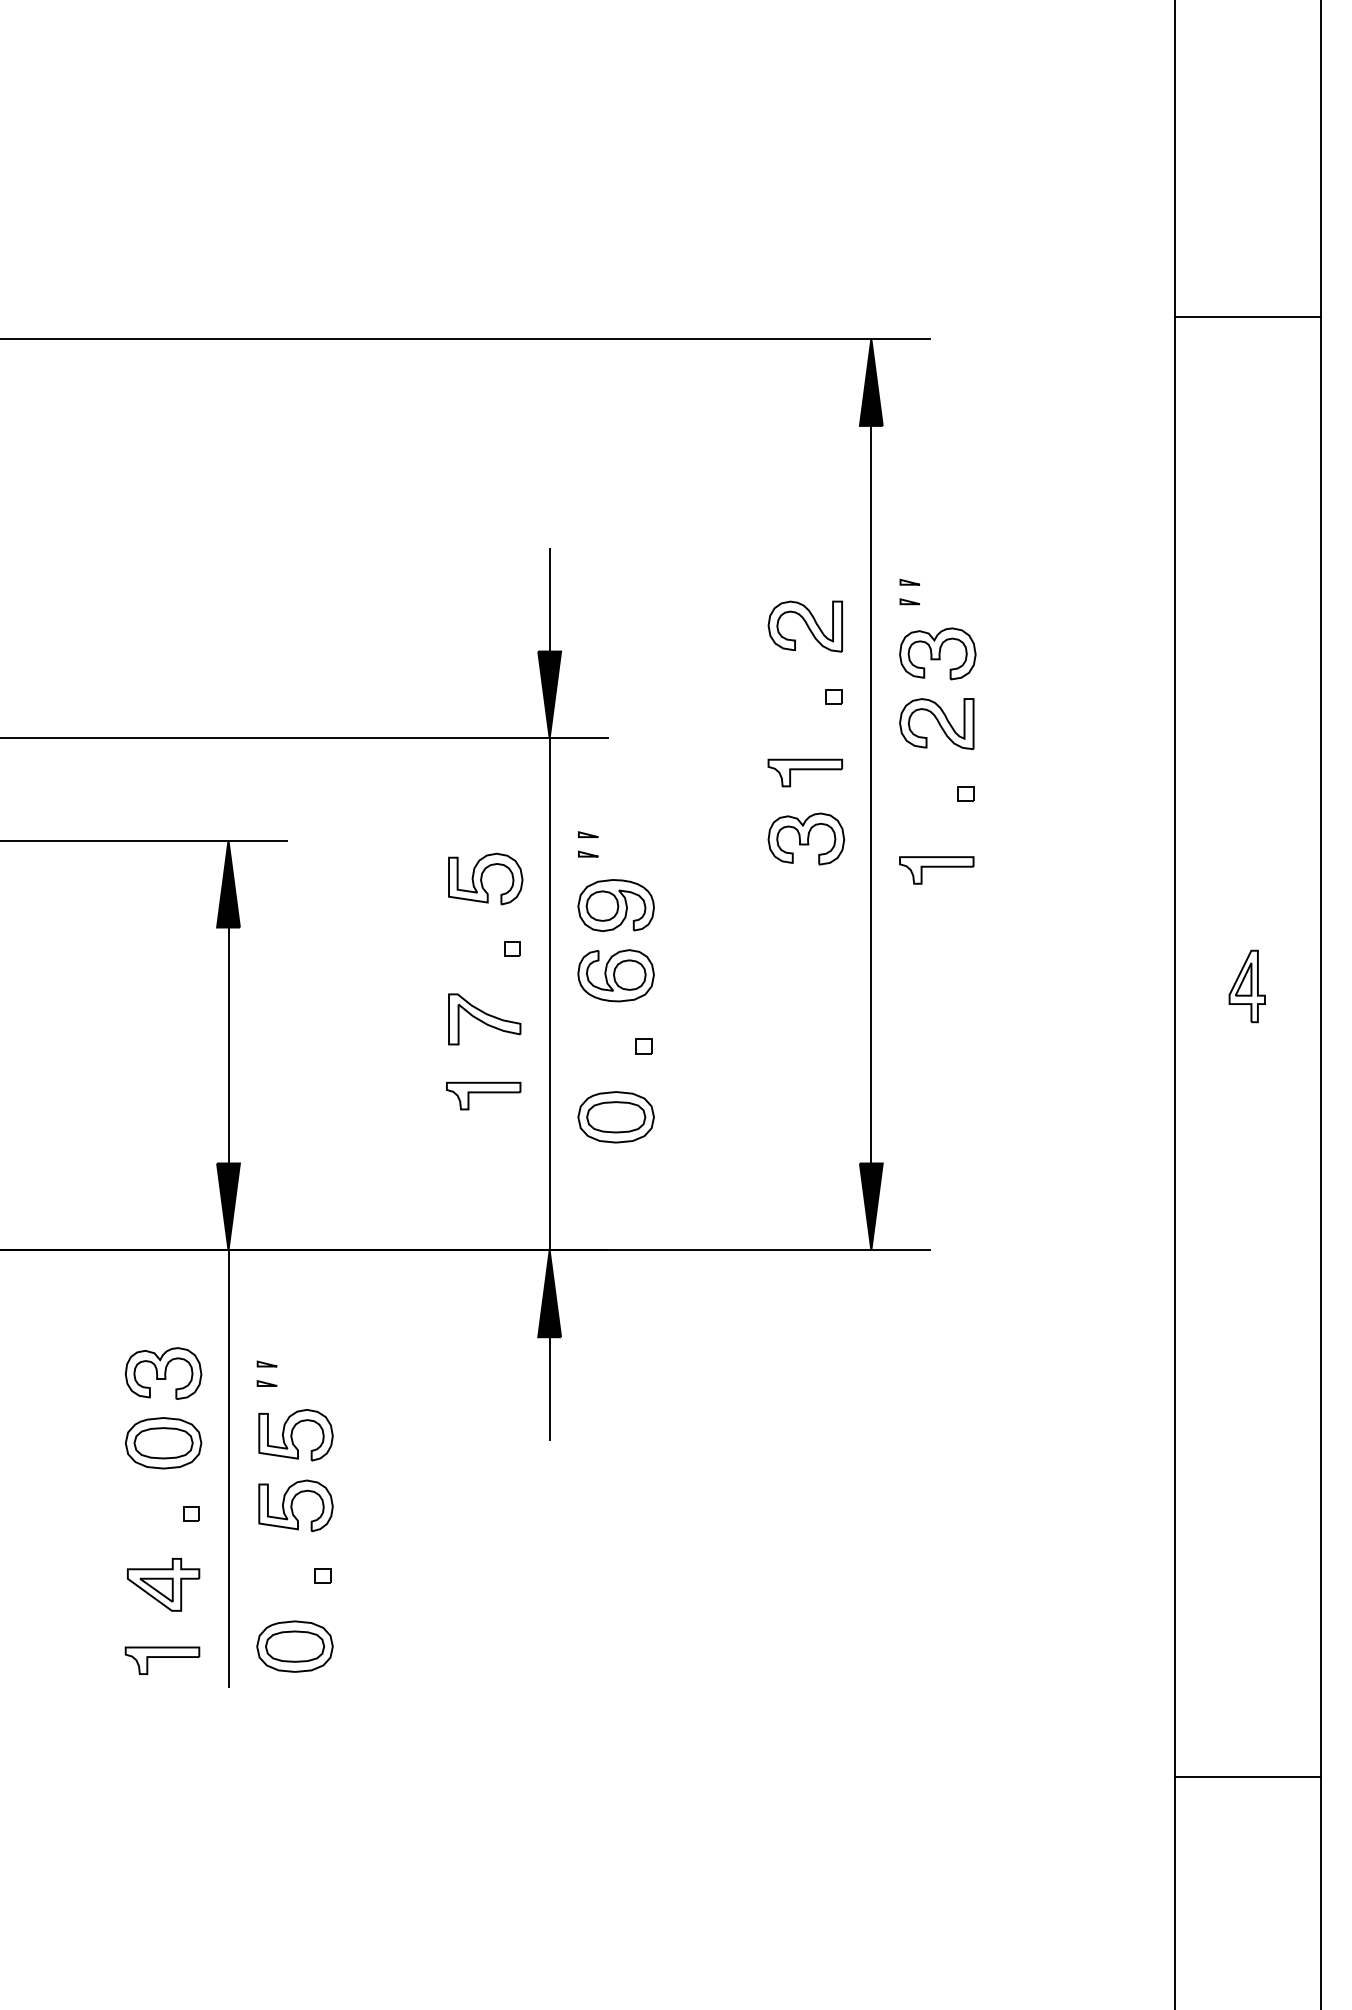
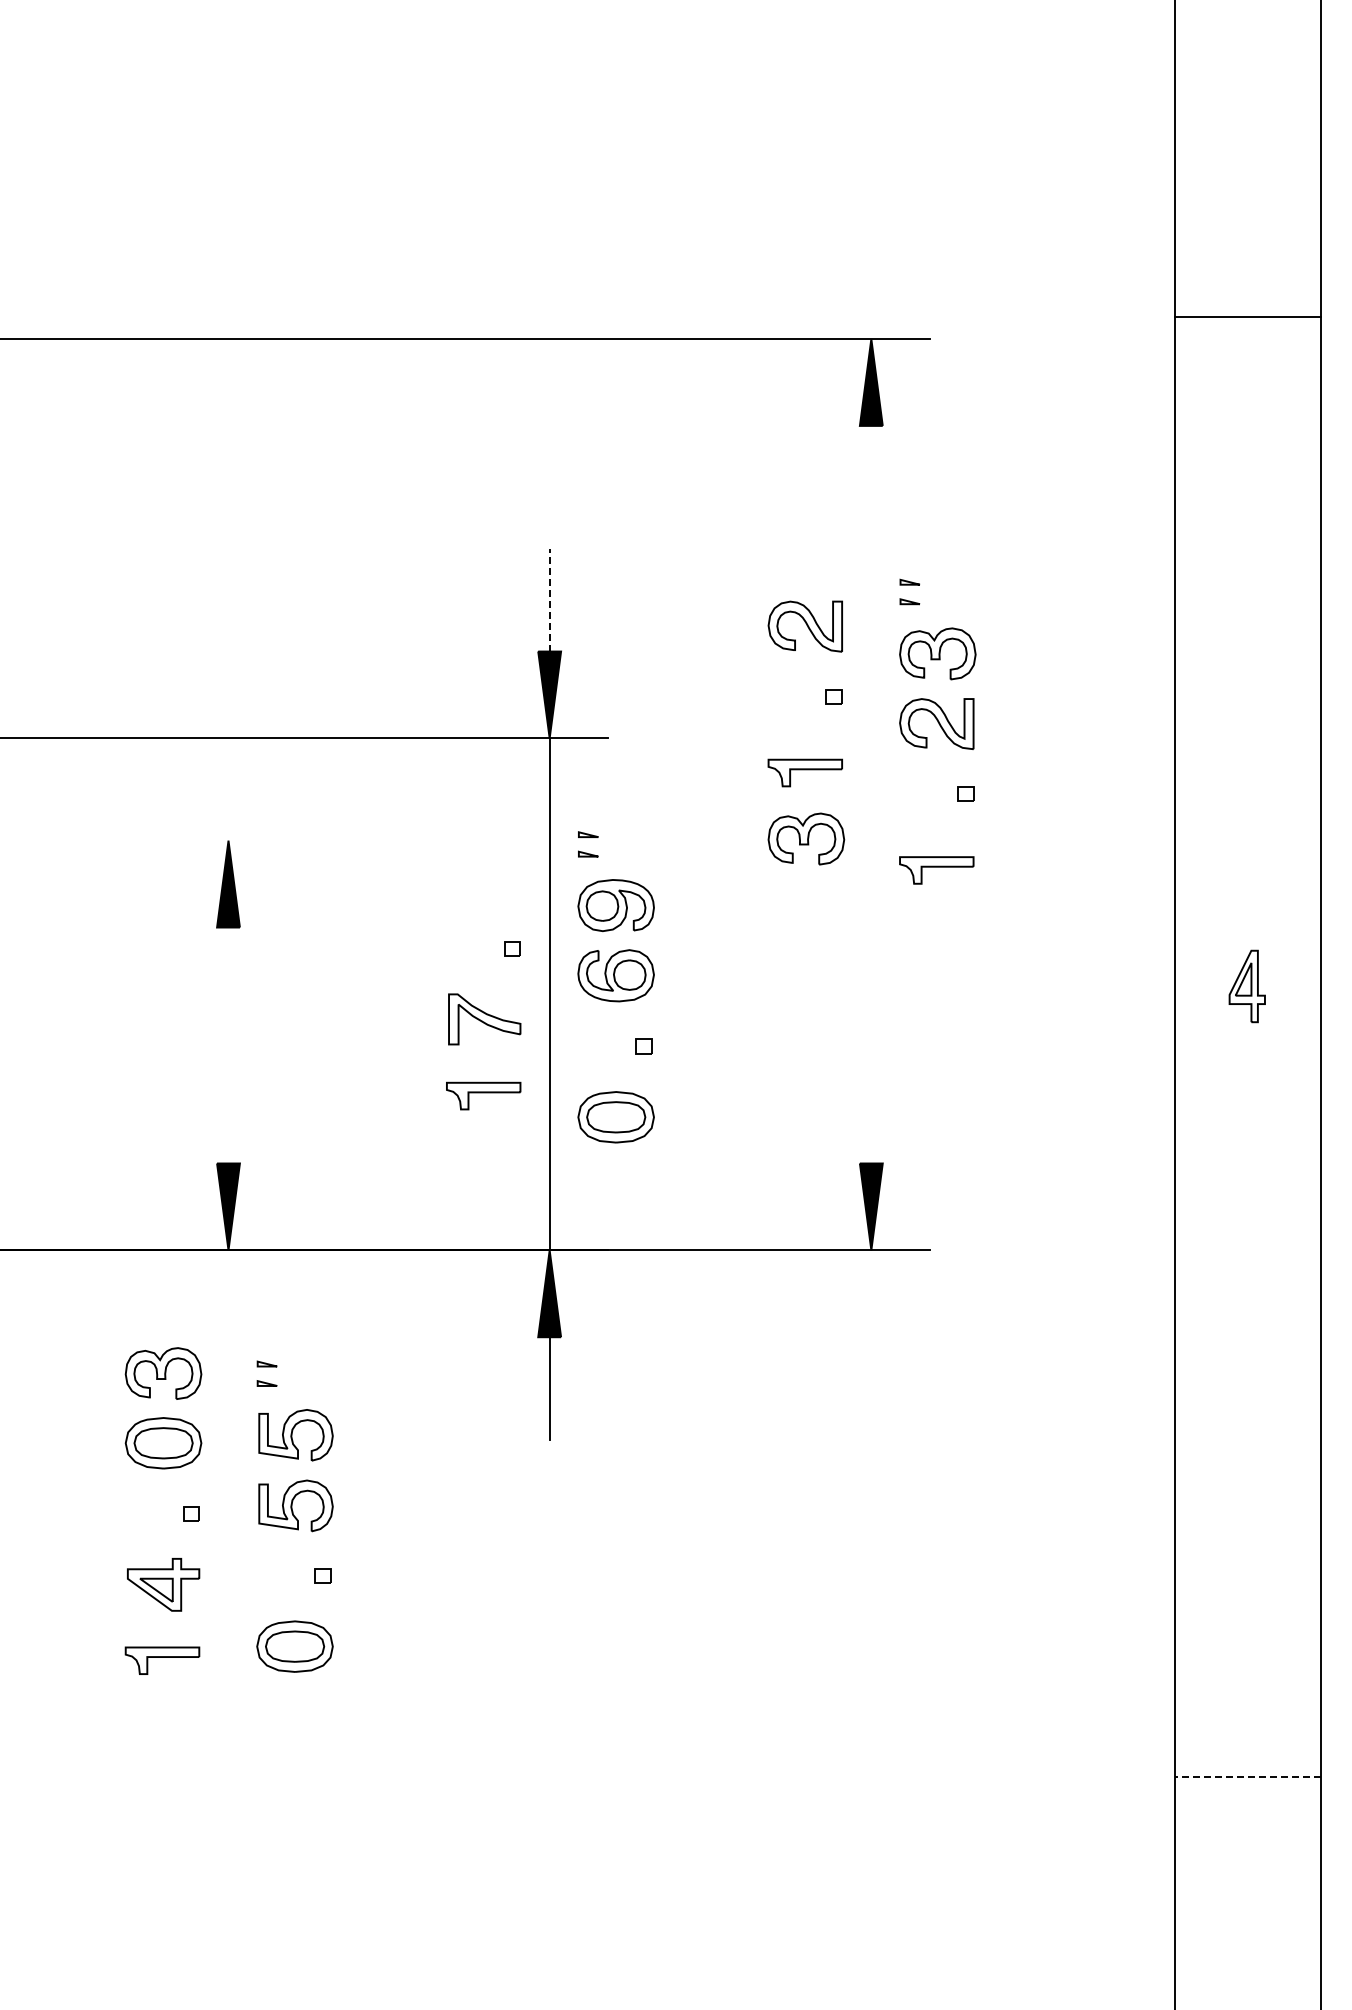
line at (549, 599): solid -> dashed
line at (871, 794): present -> none
line at (144, 840): present -> none
part at (485, 878): present -> none
line at (228, 1045): present -> none
line at (228, 1468): present -> none
line at (1247, 1777): solid -> dashed
